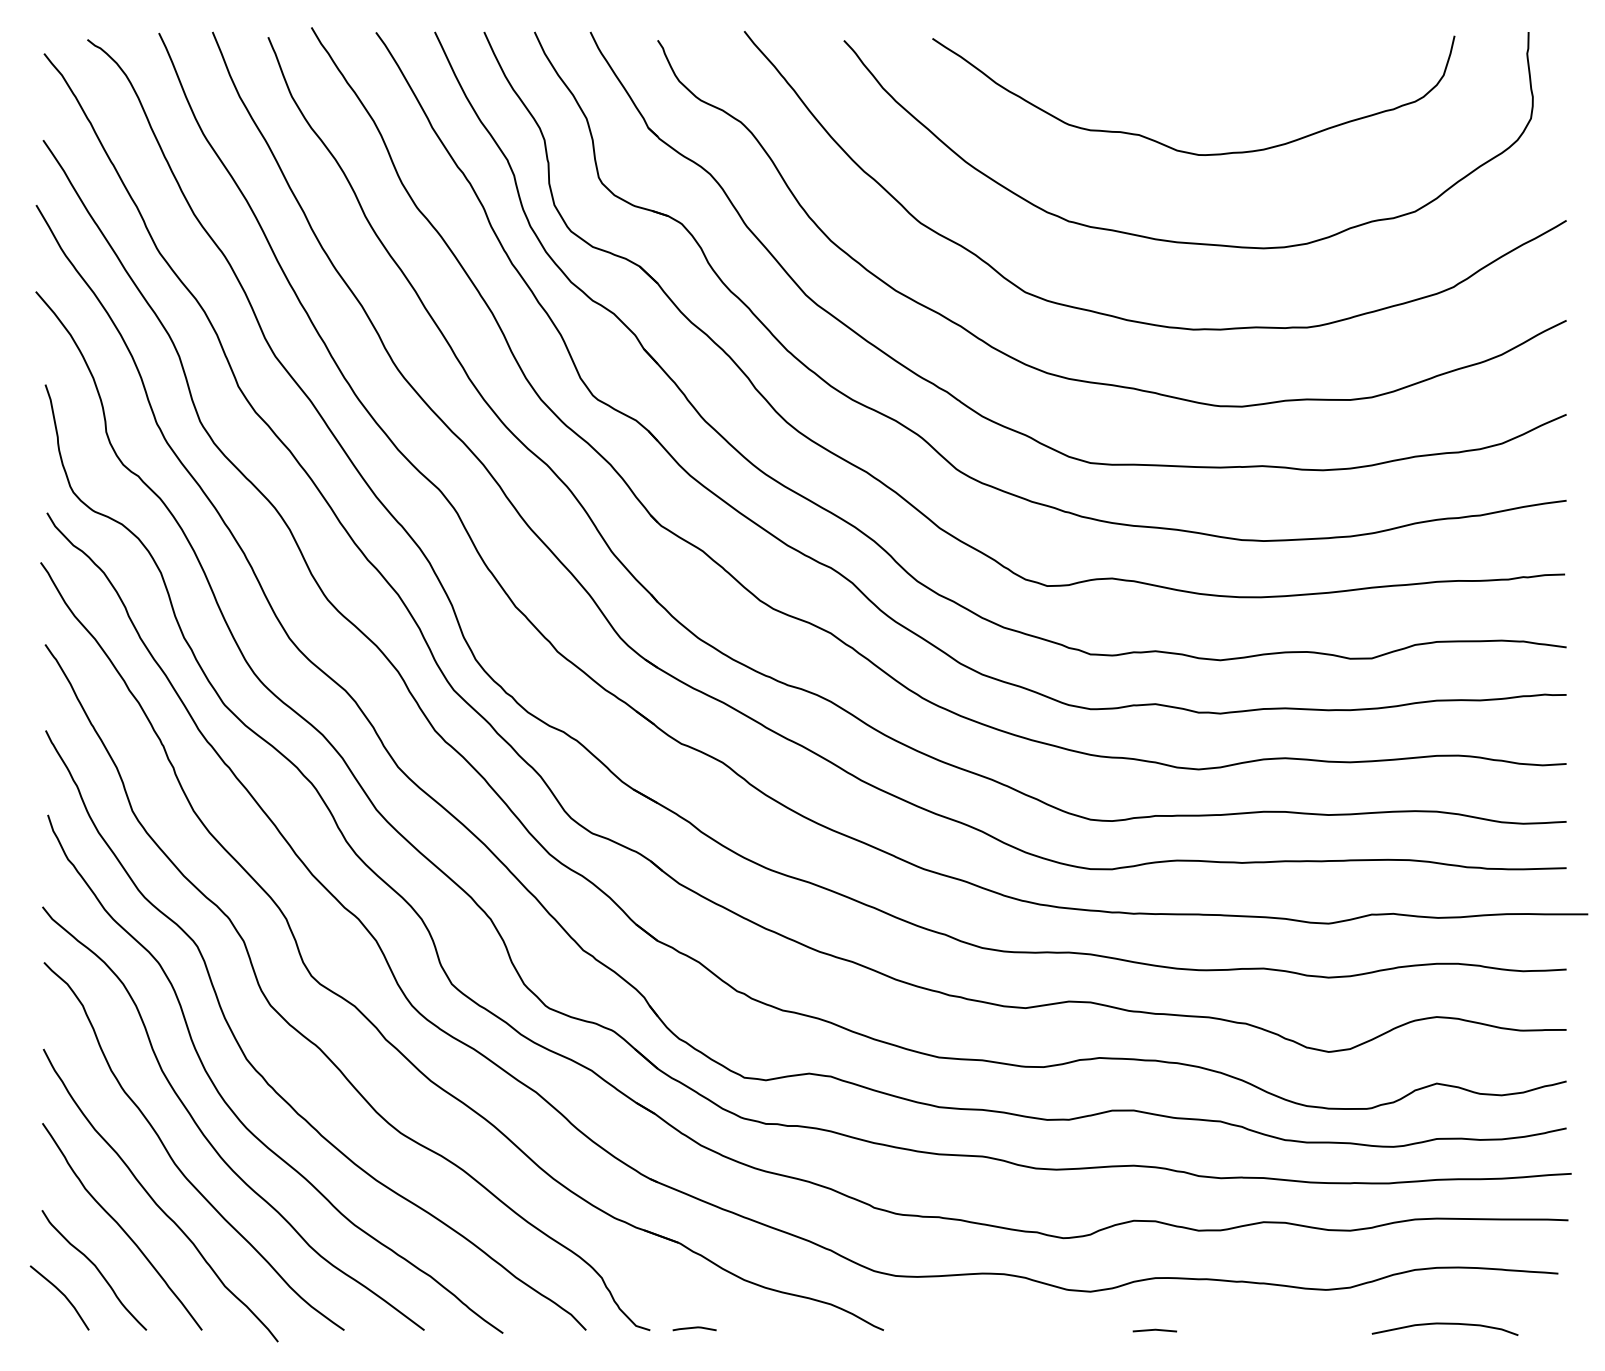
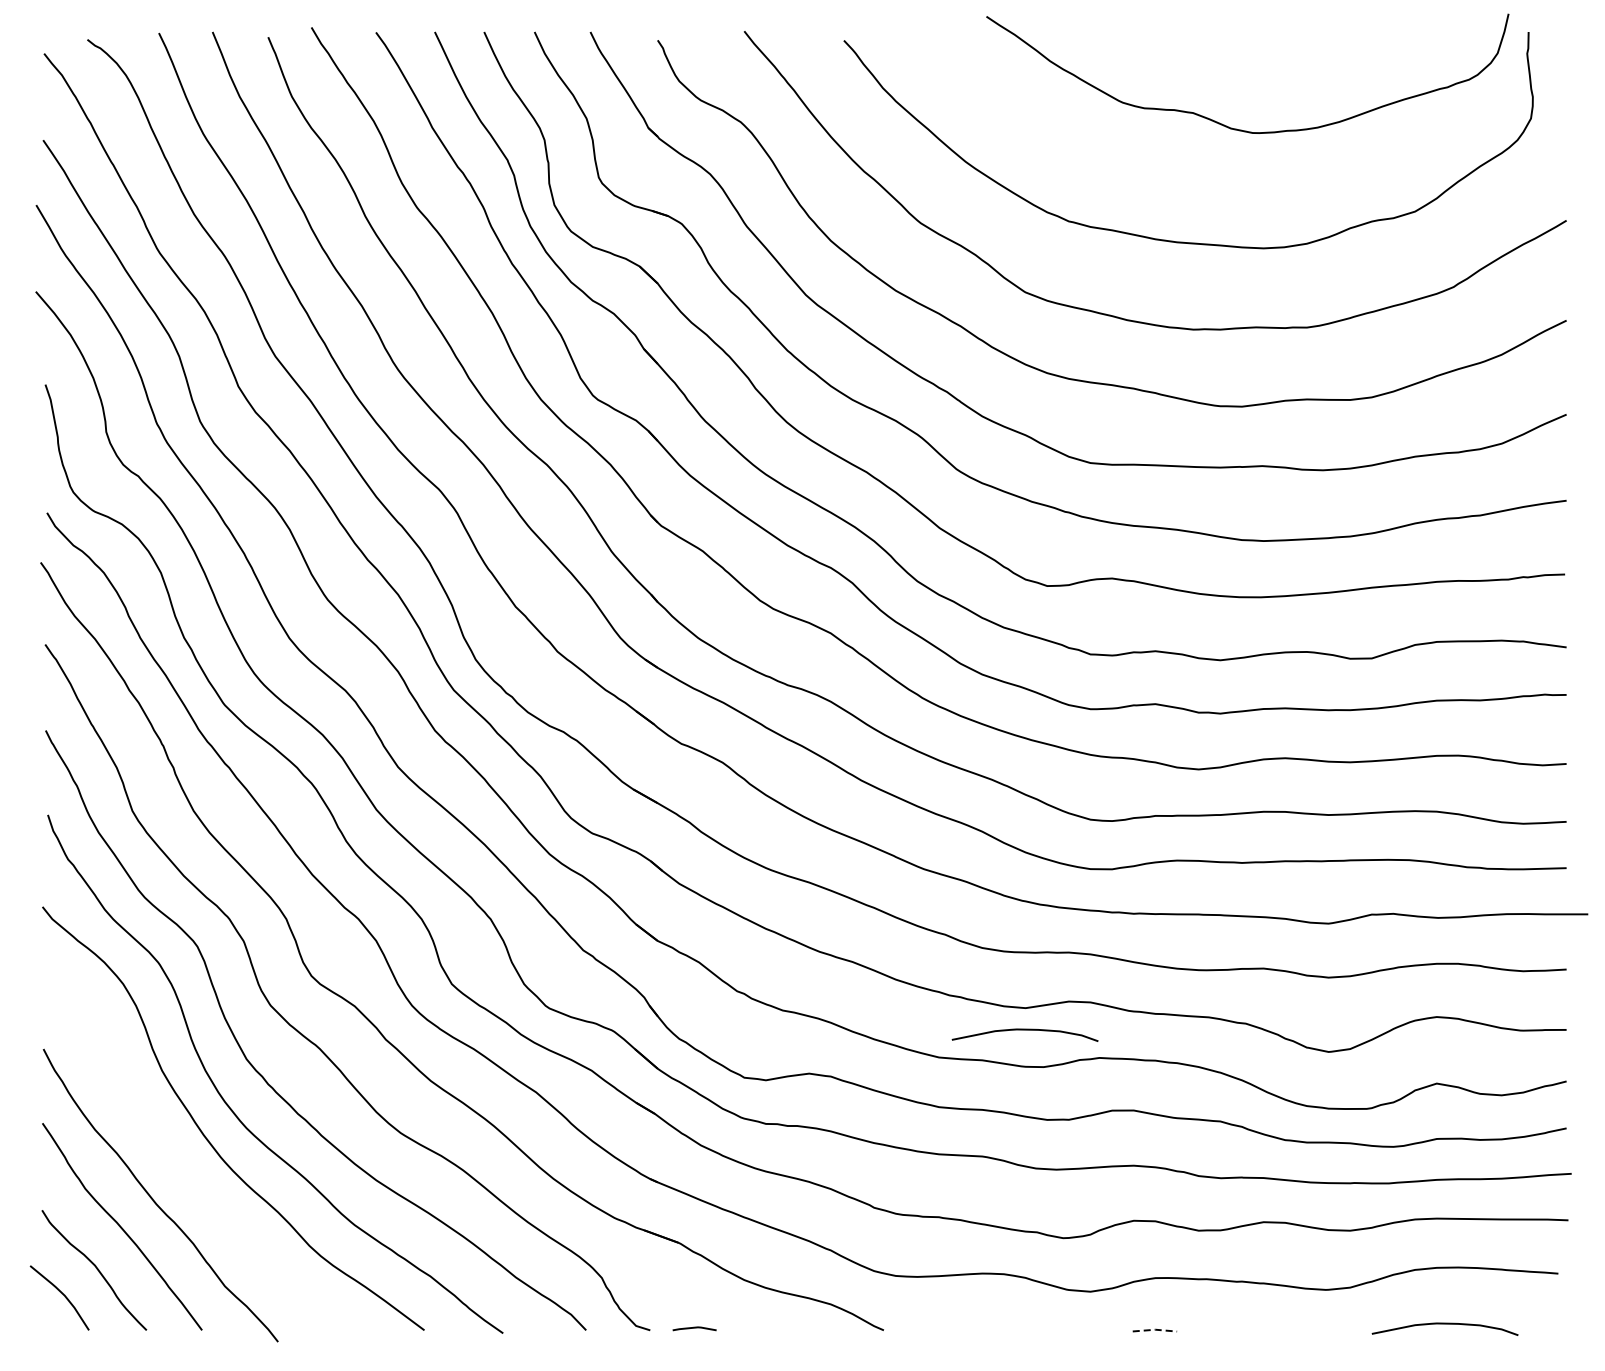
curve at (1168, 145) position: (1168, 145) -> (1222, 123)
curve at (1024, 1030): none -> present
curve at (173, 1159): present -> none
line at (1155, 1329): solid -> dashed
